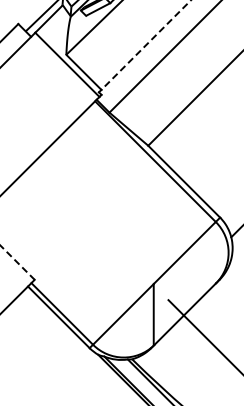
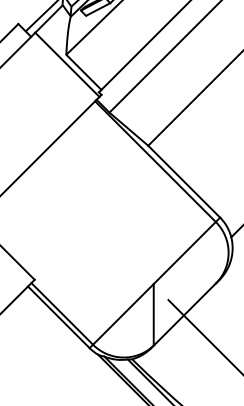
line at (145, 45): dashed -> solid
line at (17, 262): dashed -> solid
